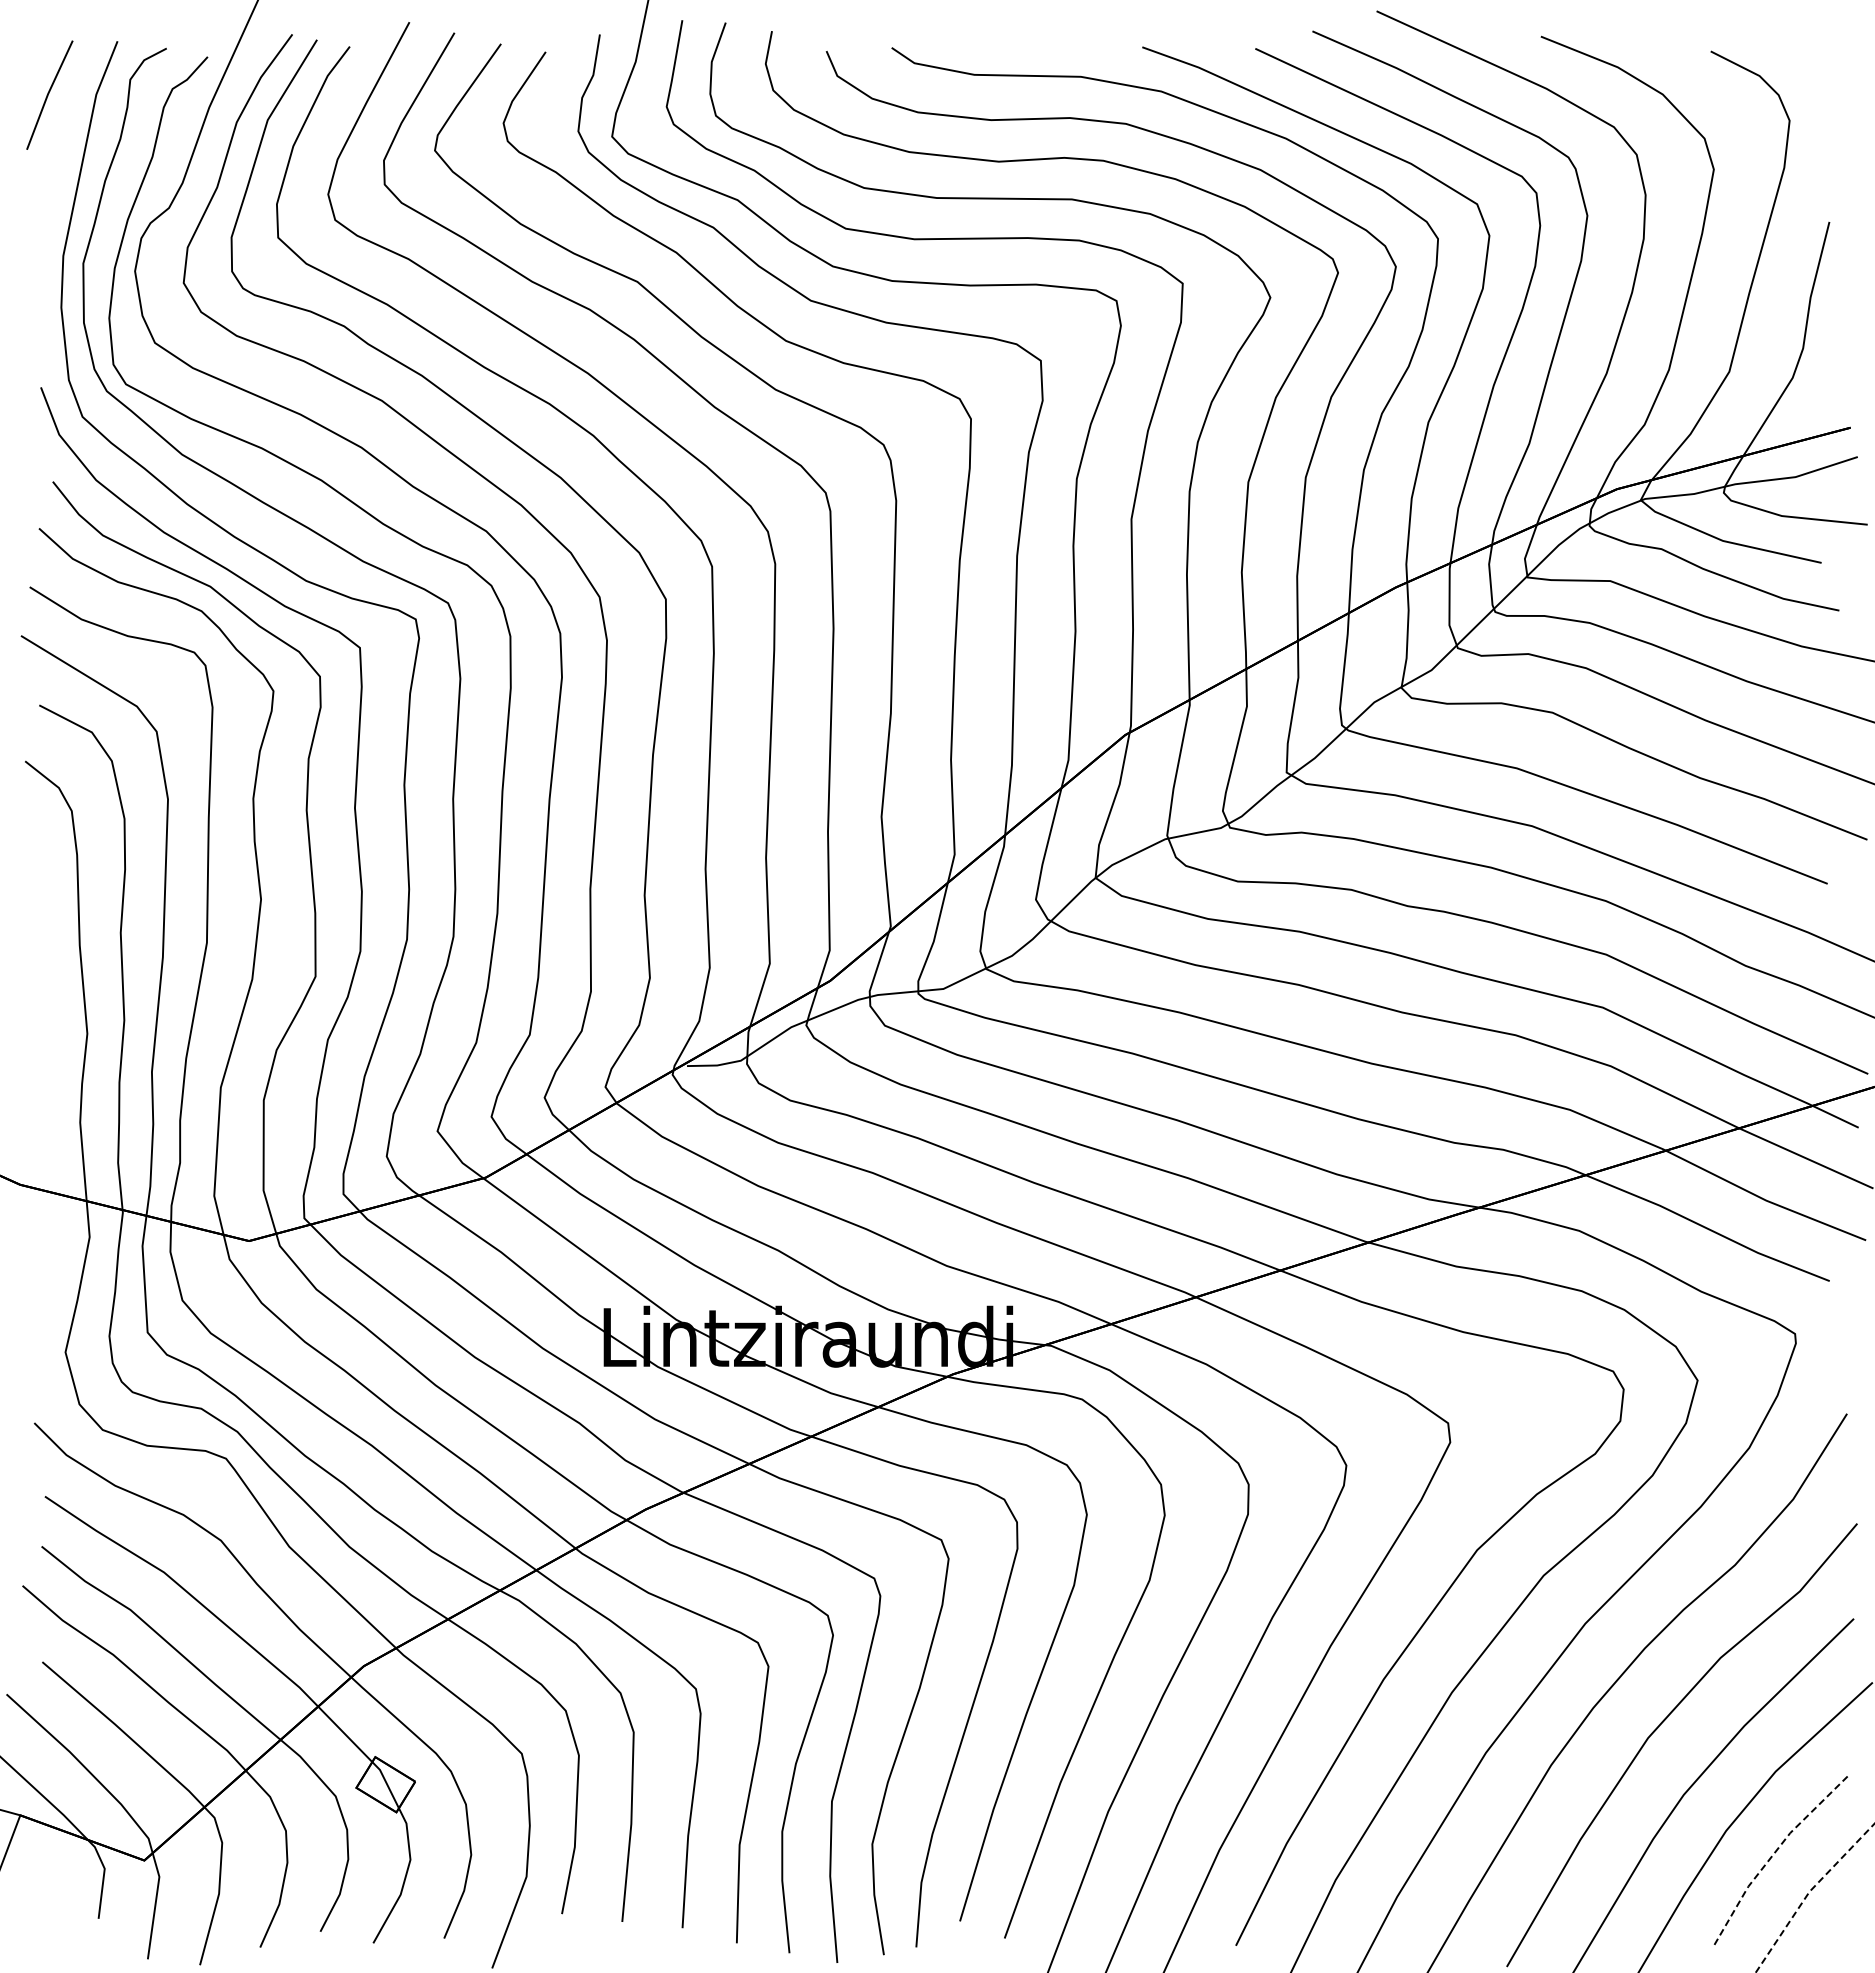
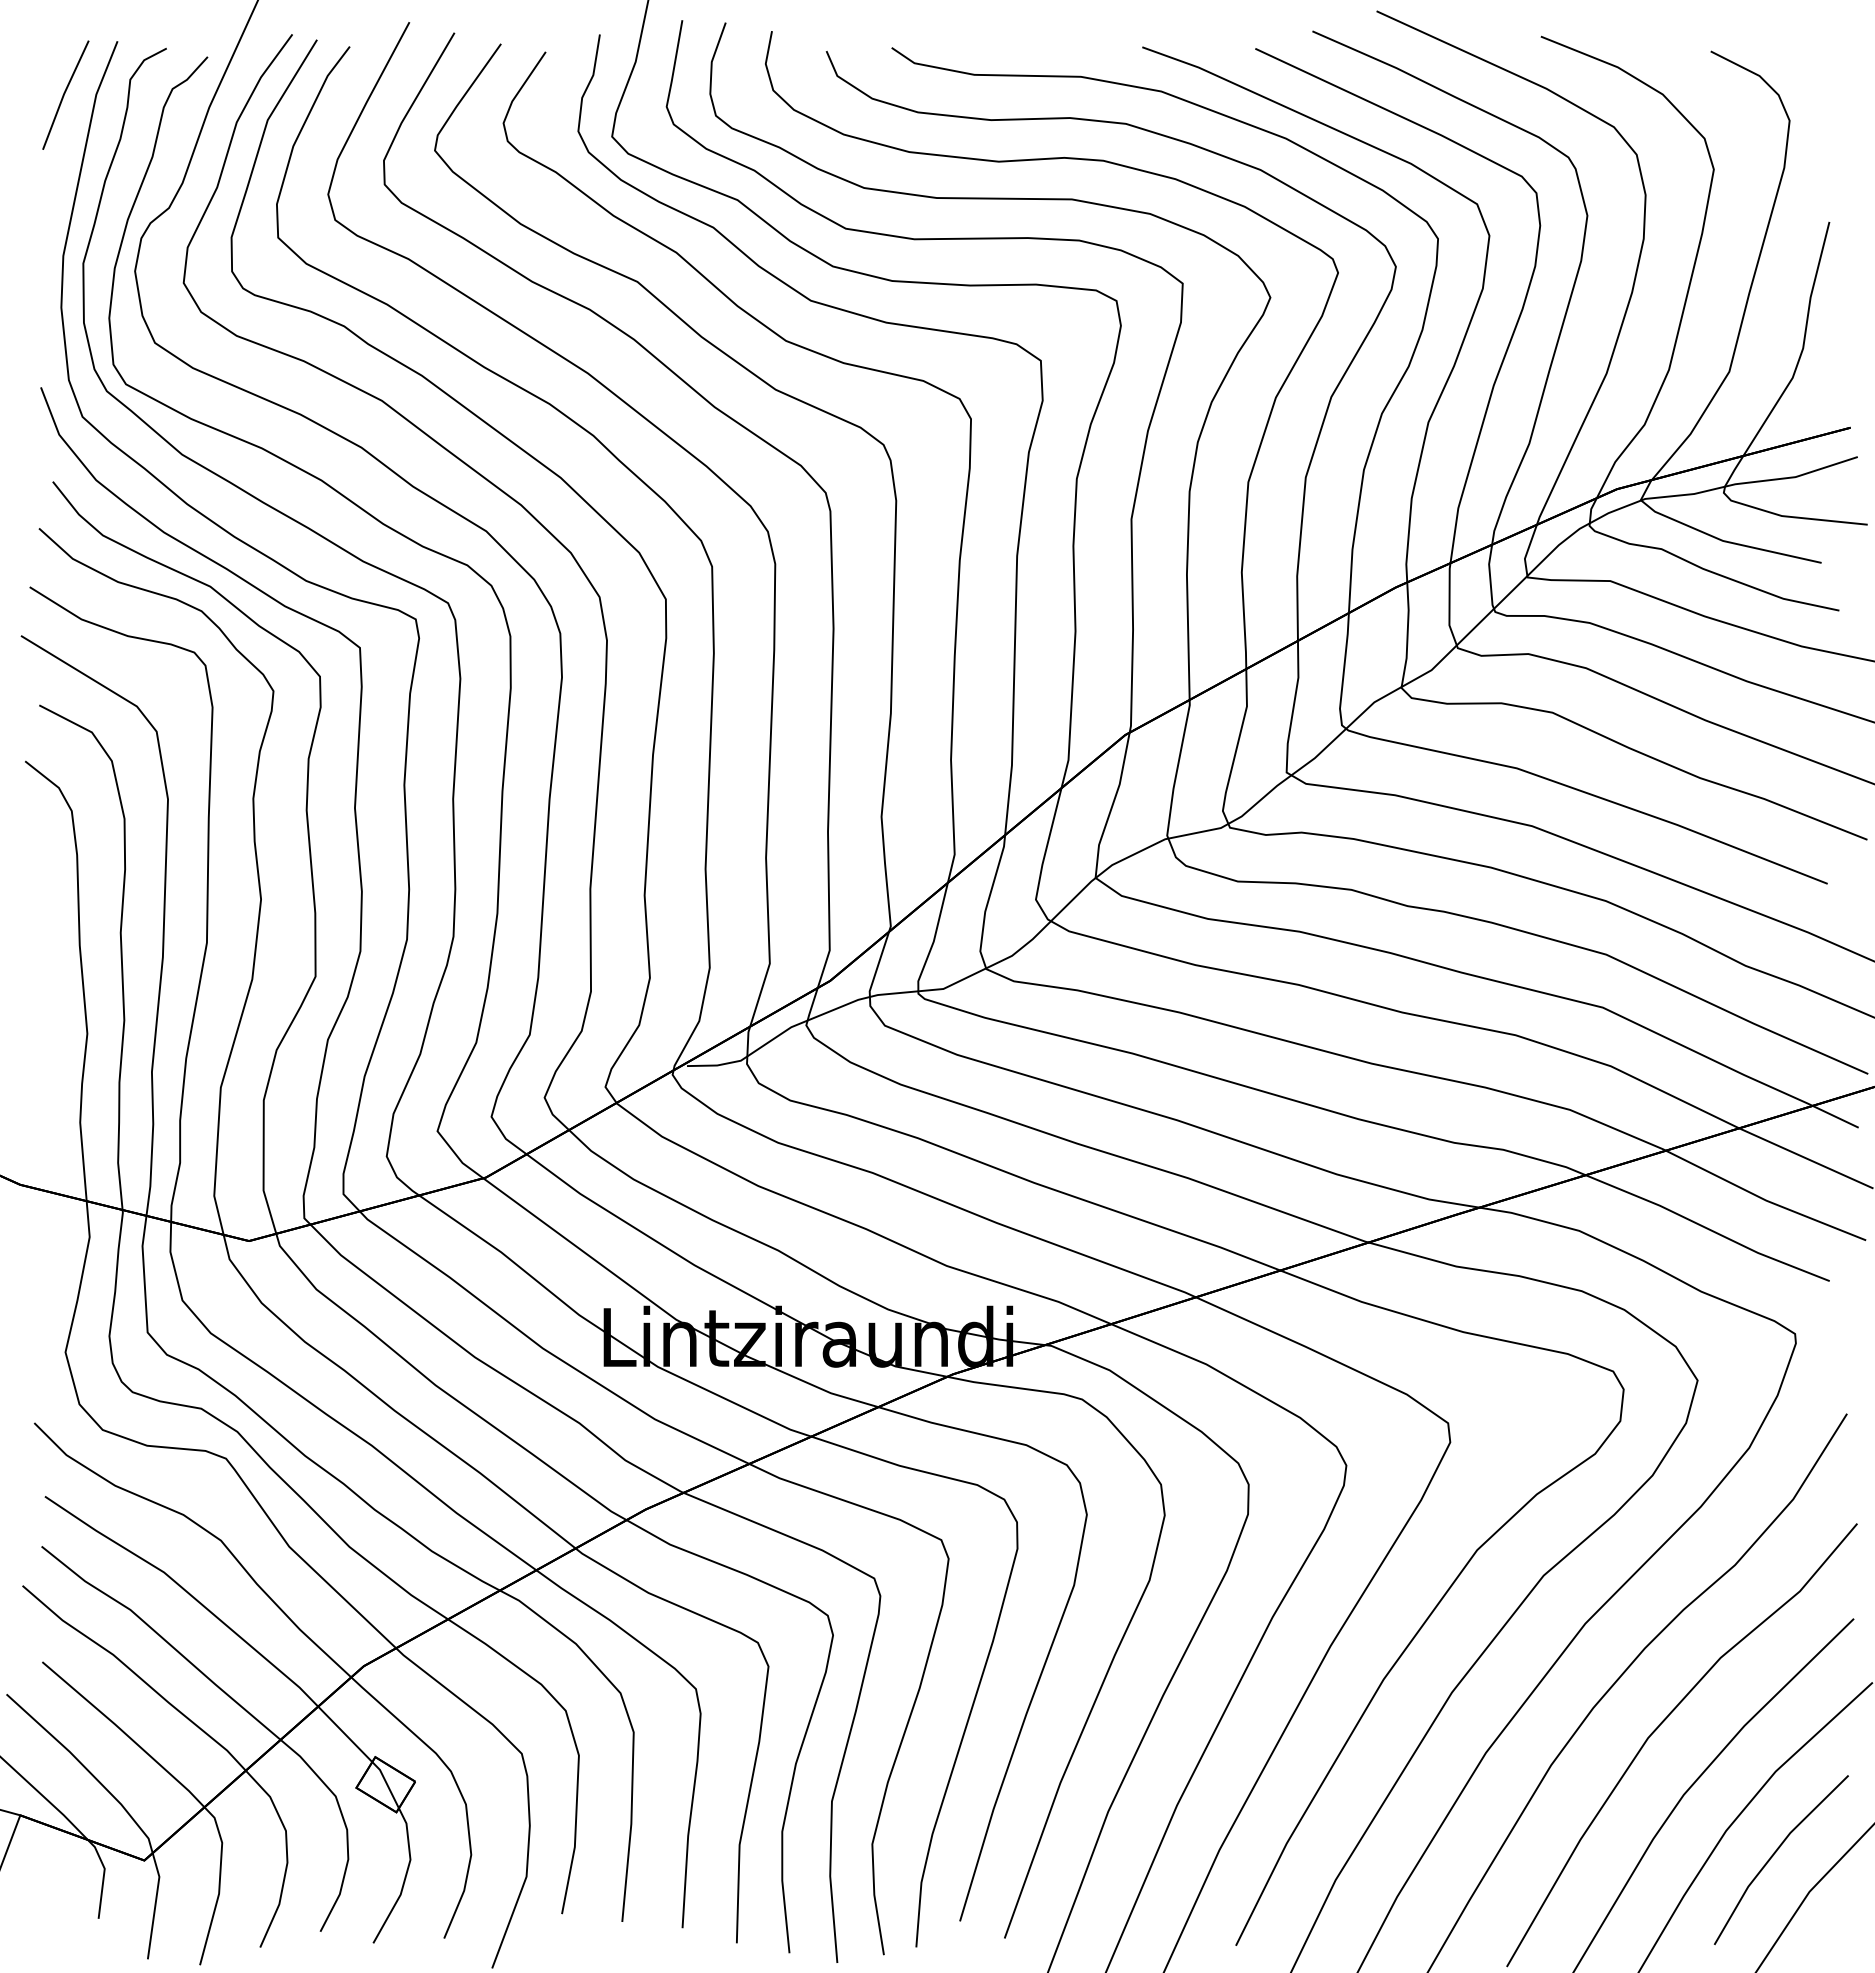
line at (49, 93) position: (49, 93) -> (65, 93)
line at (1773, 1854): dashed -> solid
line at (1808, 1892): dashed -> solid
